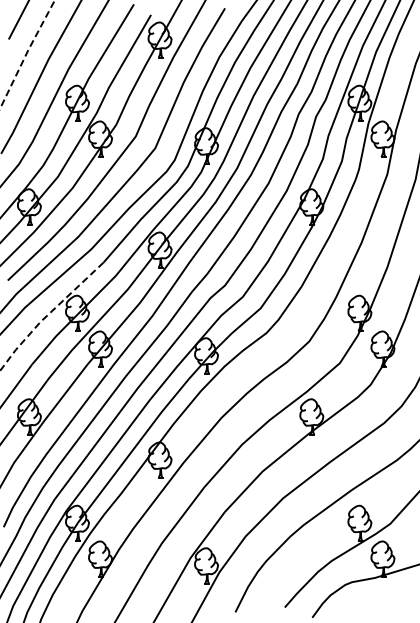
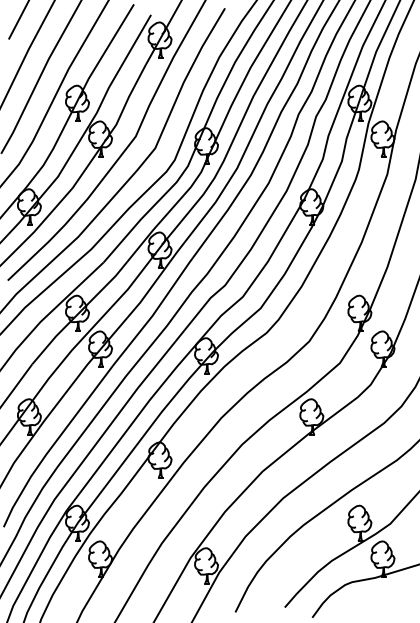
line at (26, 53): dashed -> solid
line at (47, 315): dashed -> solid
